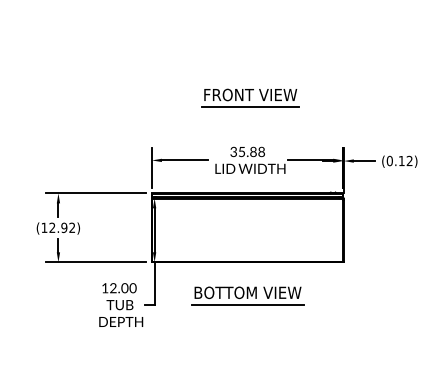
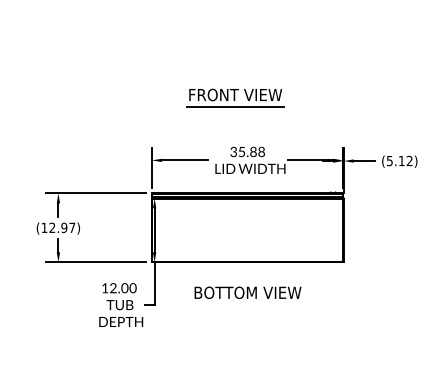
part at (250, 97) position: (250, 97) -> (235, 97)
text at (389, 160): (0.12) -> (5.12)
text at (72, 227): (12.92) -> (12.97)
line at (247, 304): present -> none
